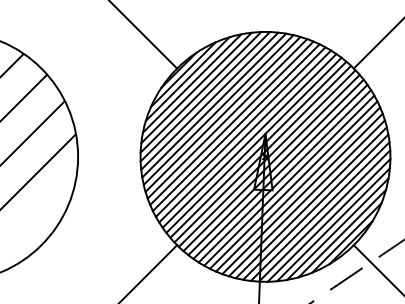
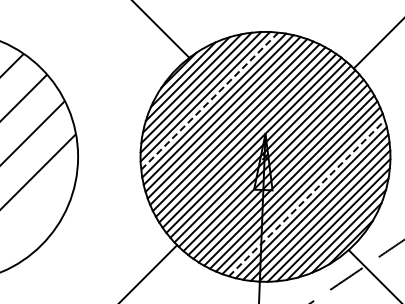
line at (143, 35) position: (143, 35) -> (161, 29)
line at (209, 101): solid -> dashed
line at (307, 198): solid -> dashed
line at (377, 268) position: (377, 268) -> (373, 275)
